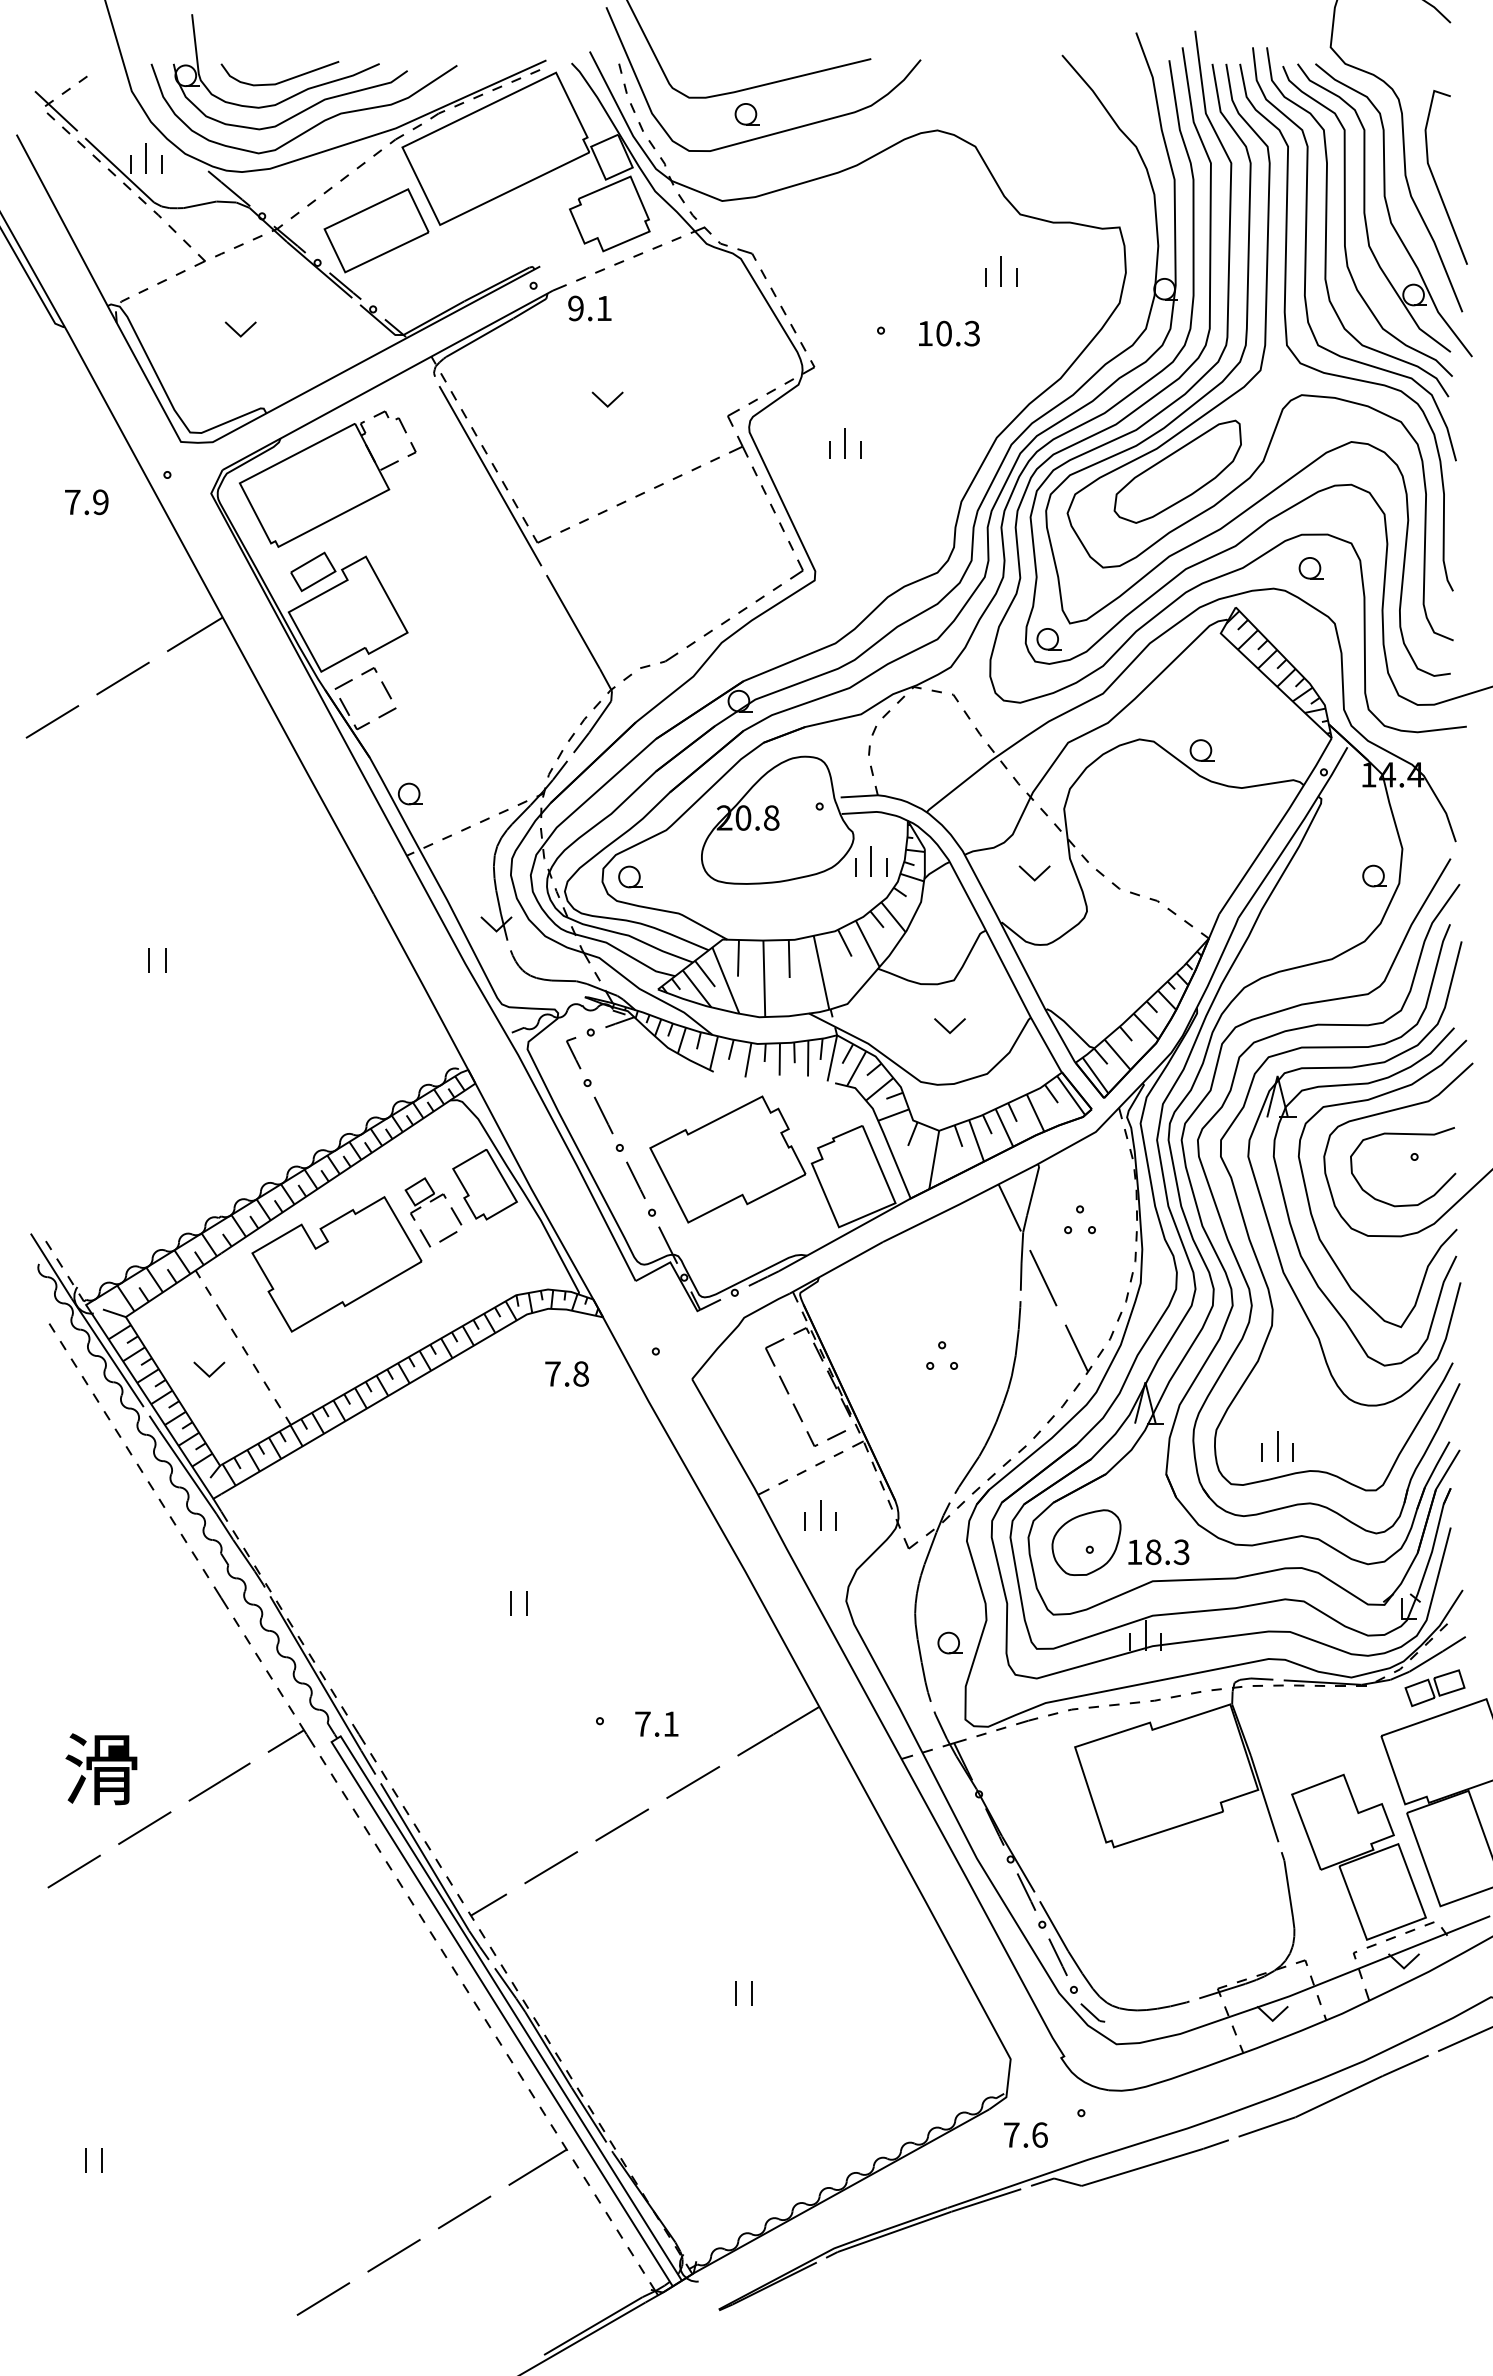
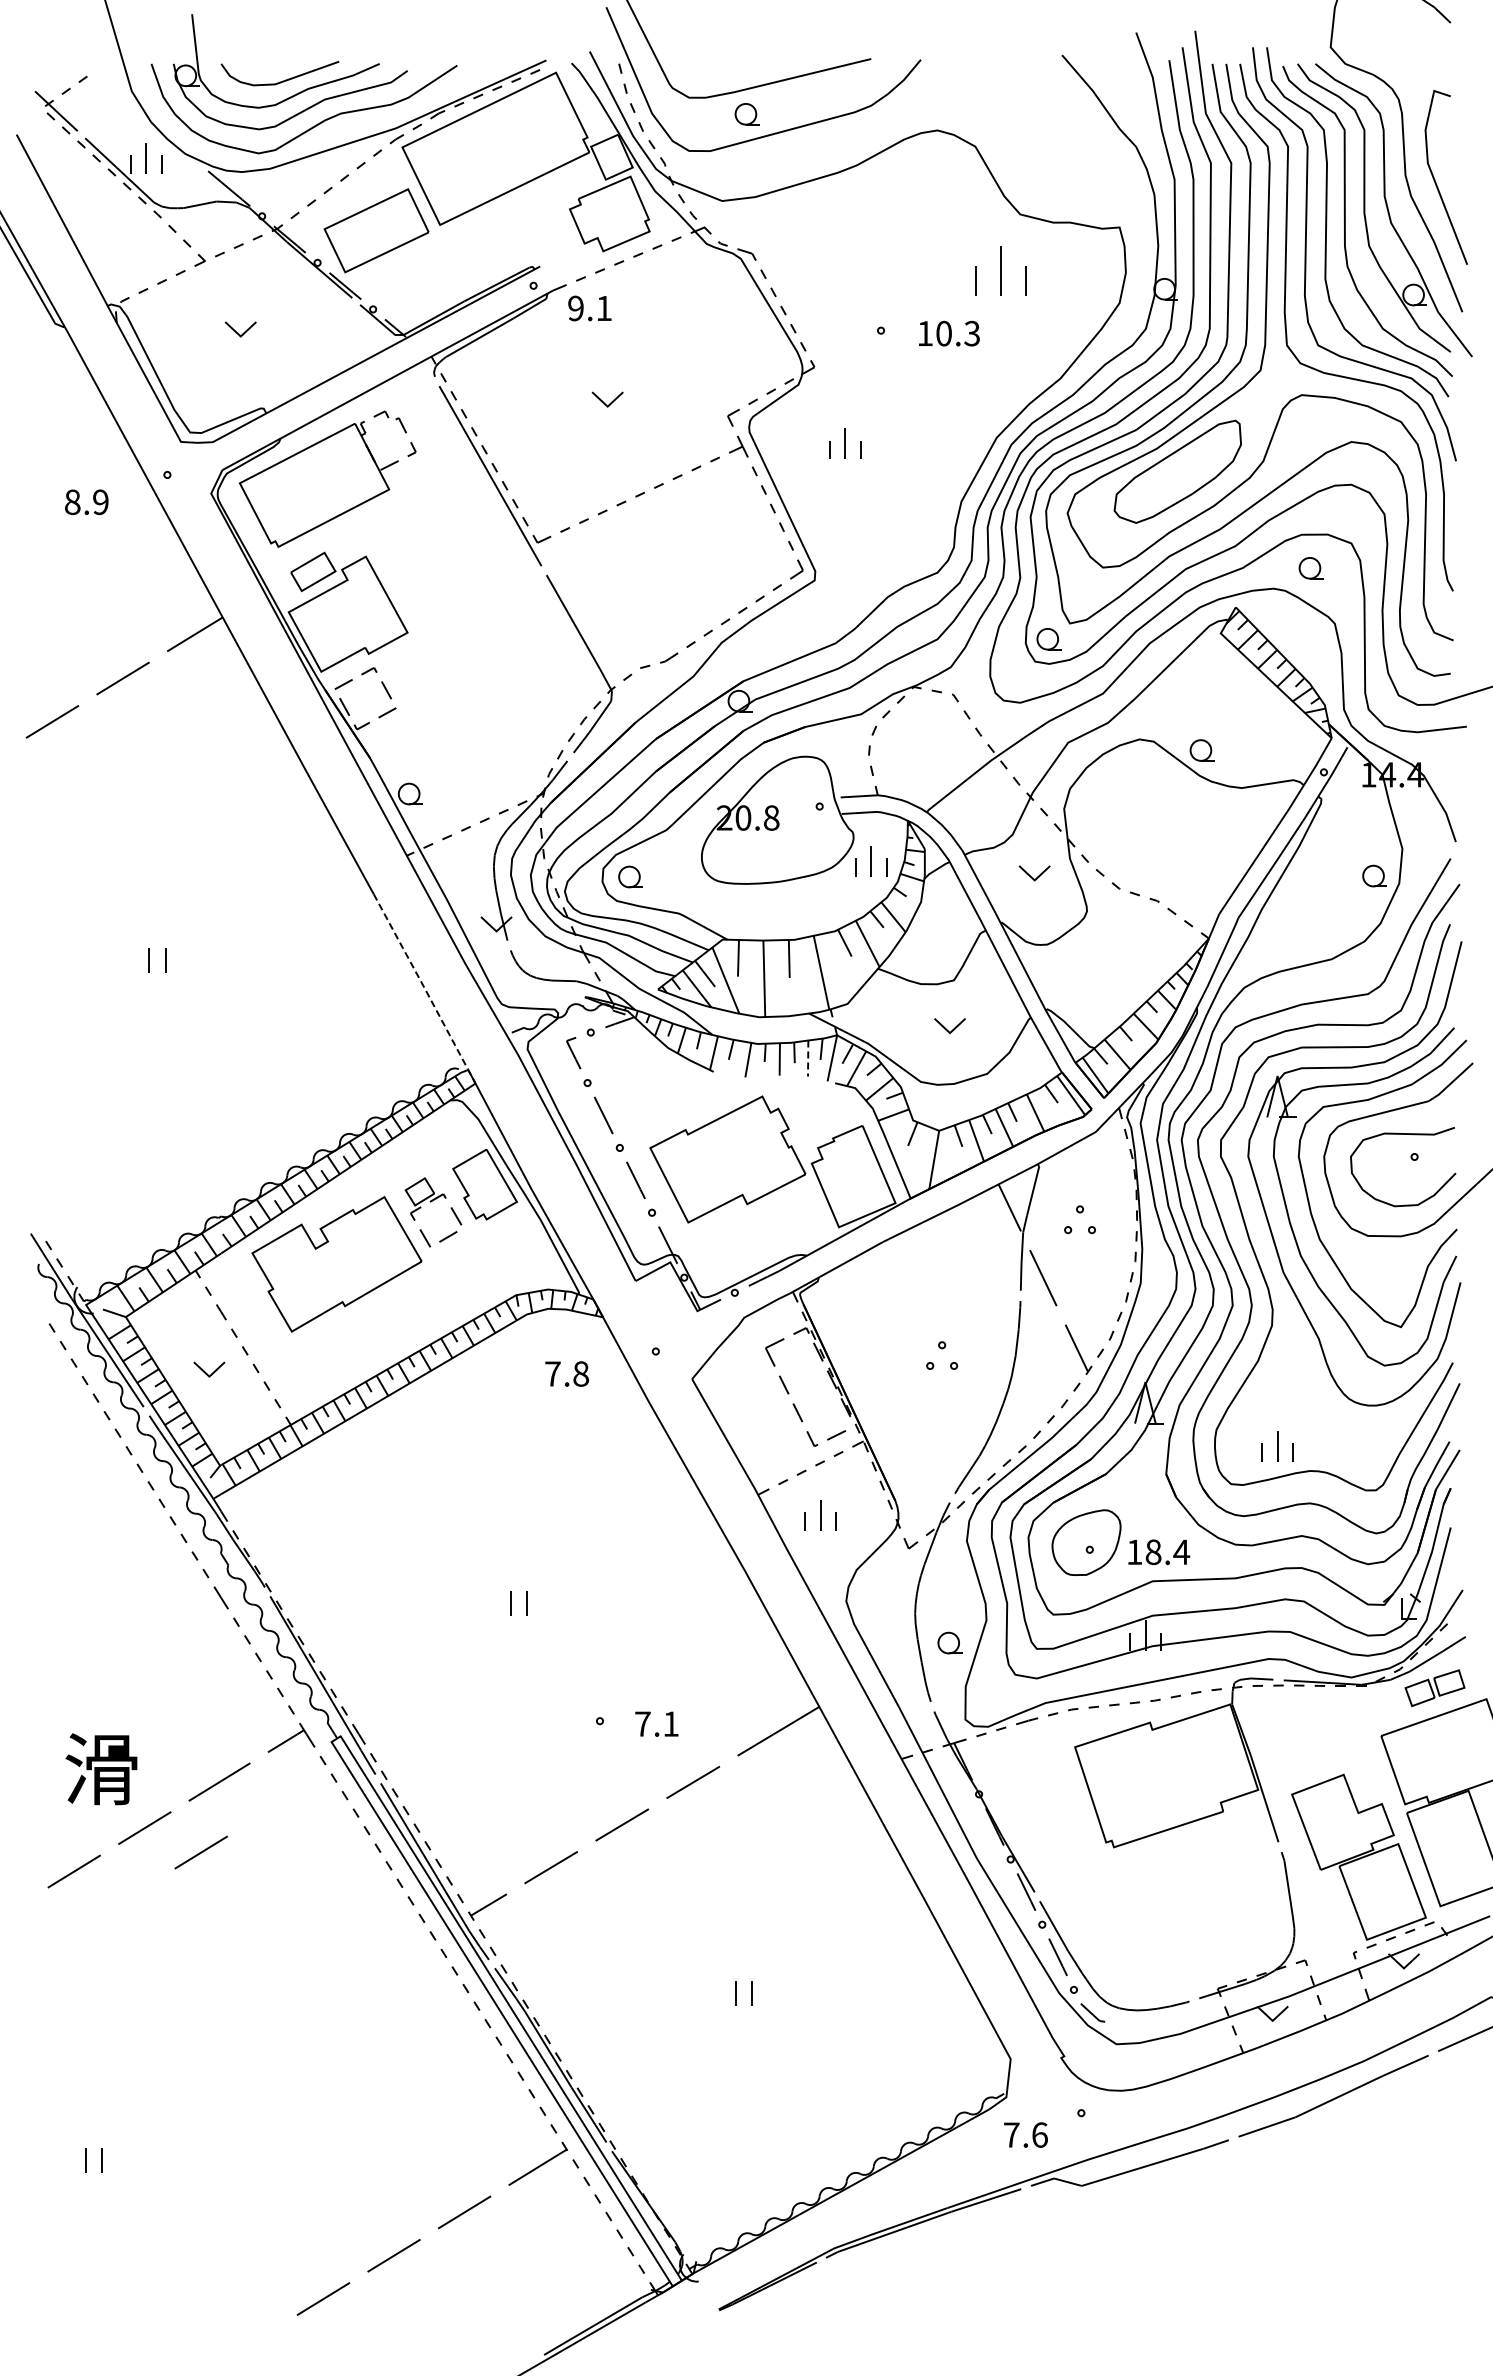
part at (1001, 271) size: 33x31 px -> 52x50 px
text at (72, 502): 7.9 -> 8.9
line at (423, 985): solid -> dashed
line at (808, 1059): solid -> dashed
text at (1181, 1552): 18.3 -> 18.4
line at (200, 1852): none -> present
